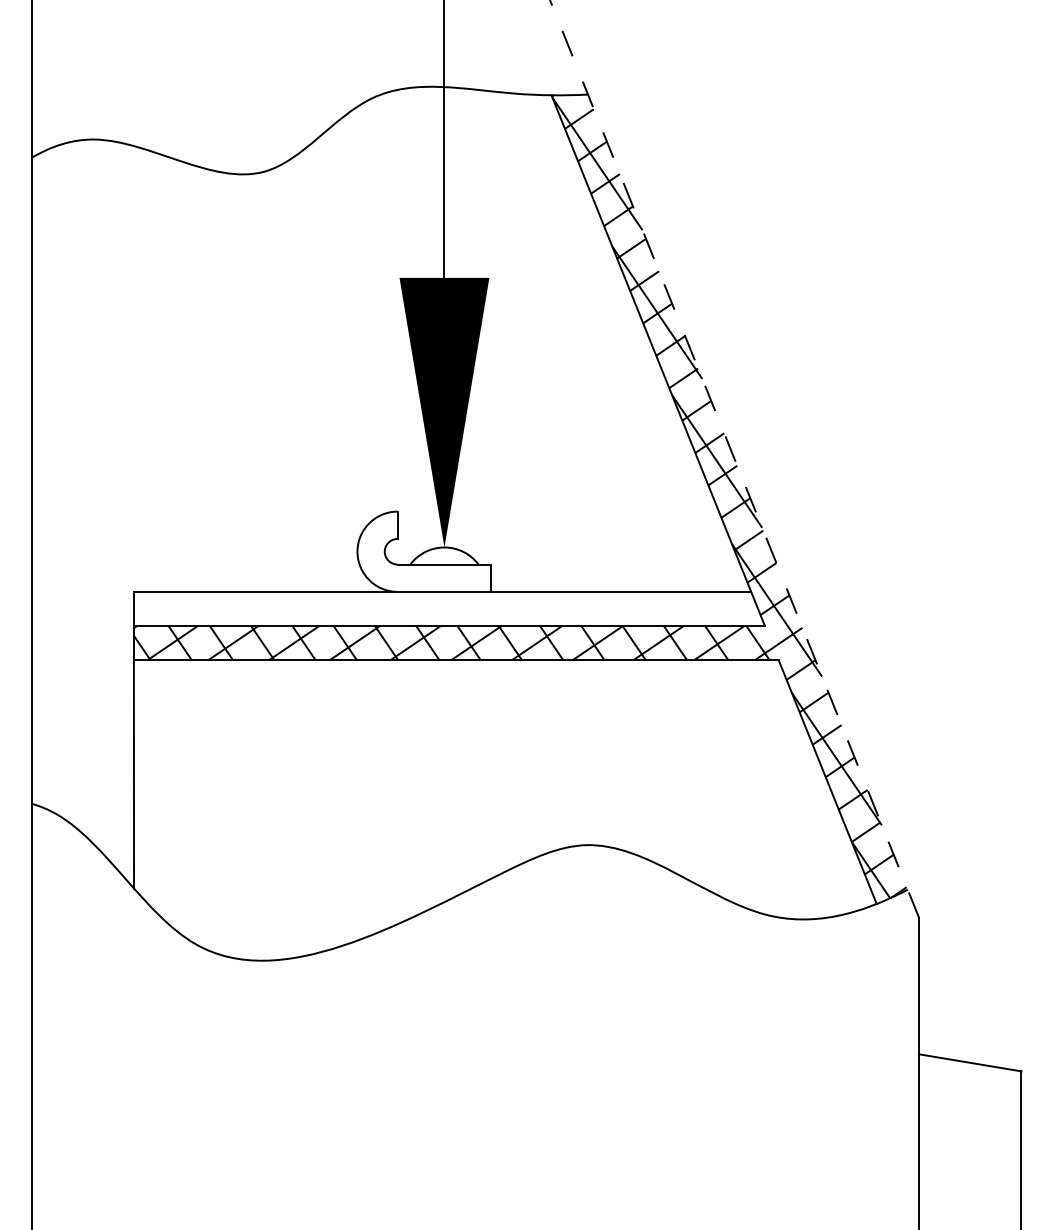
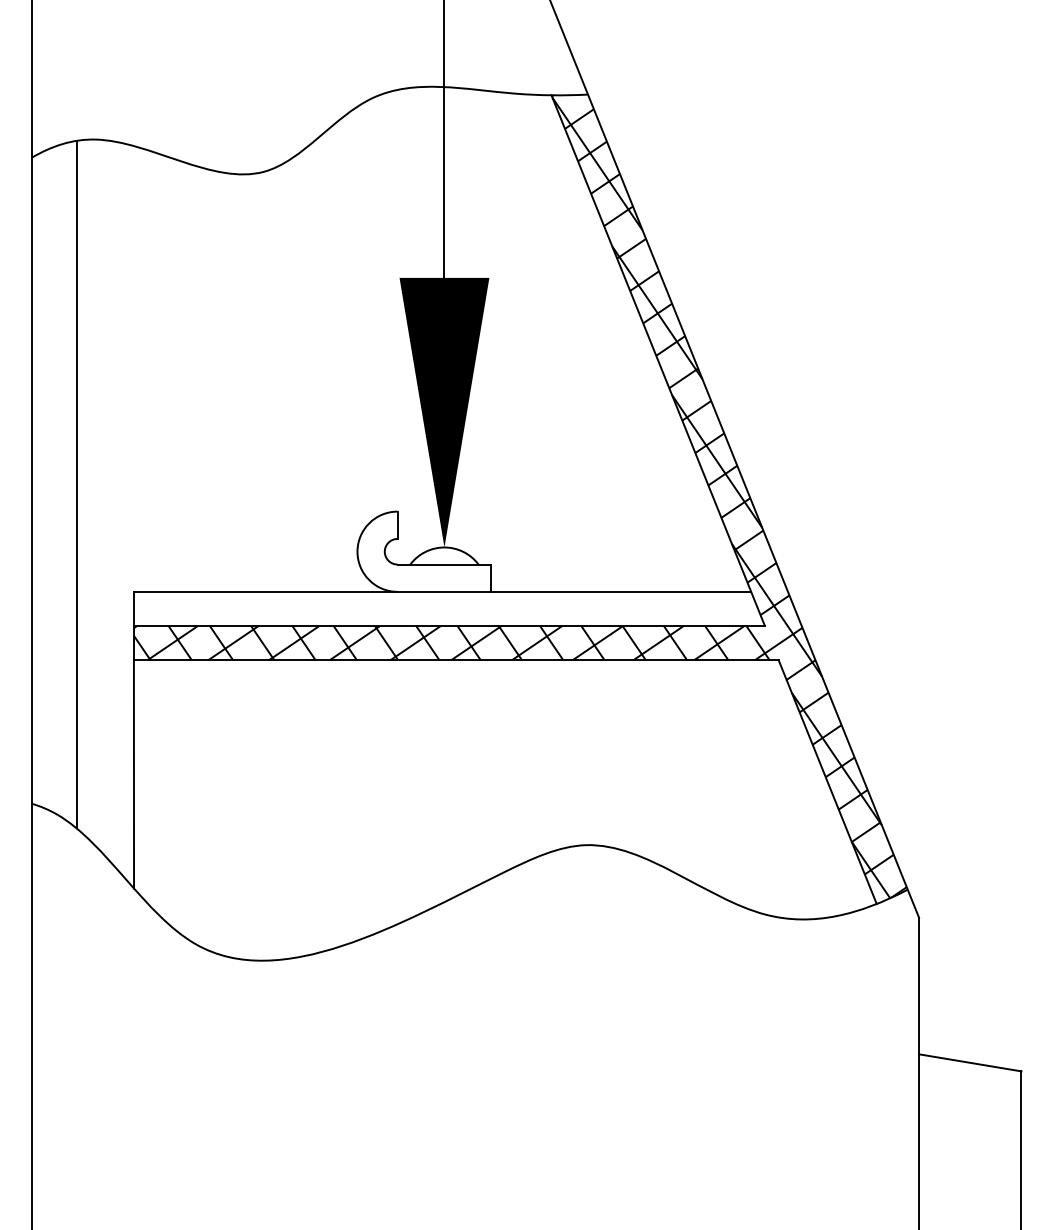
line at (734, 458): dashed -> solid
line at (76, 484): none -> present
